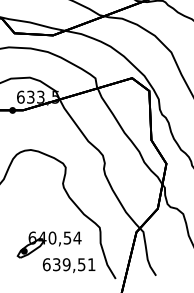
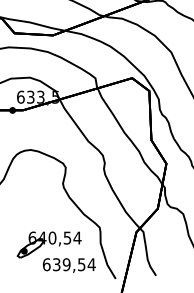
text at (91, 264): 639,51 -> 639,54
